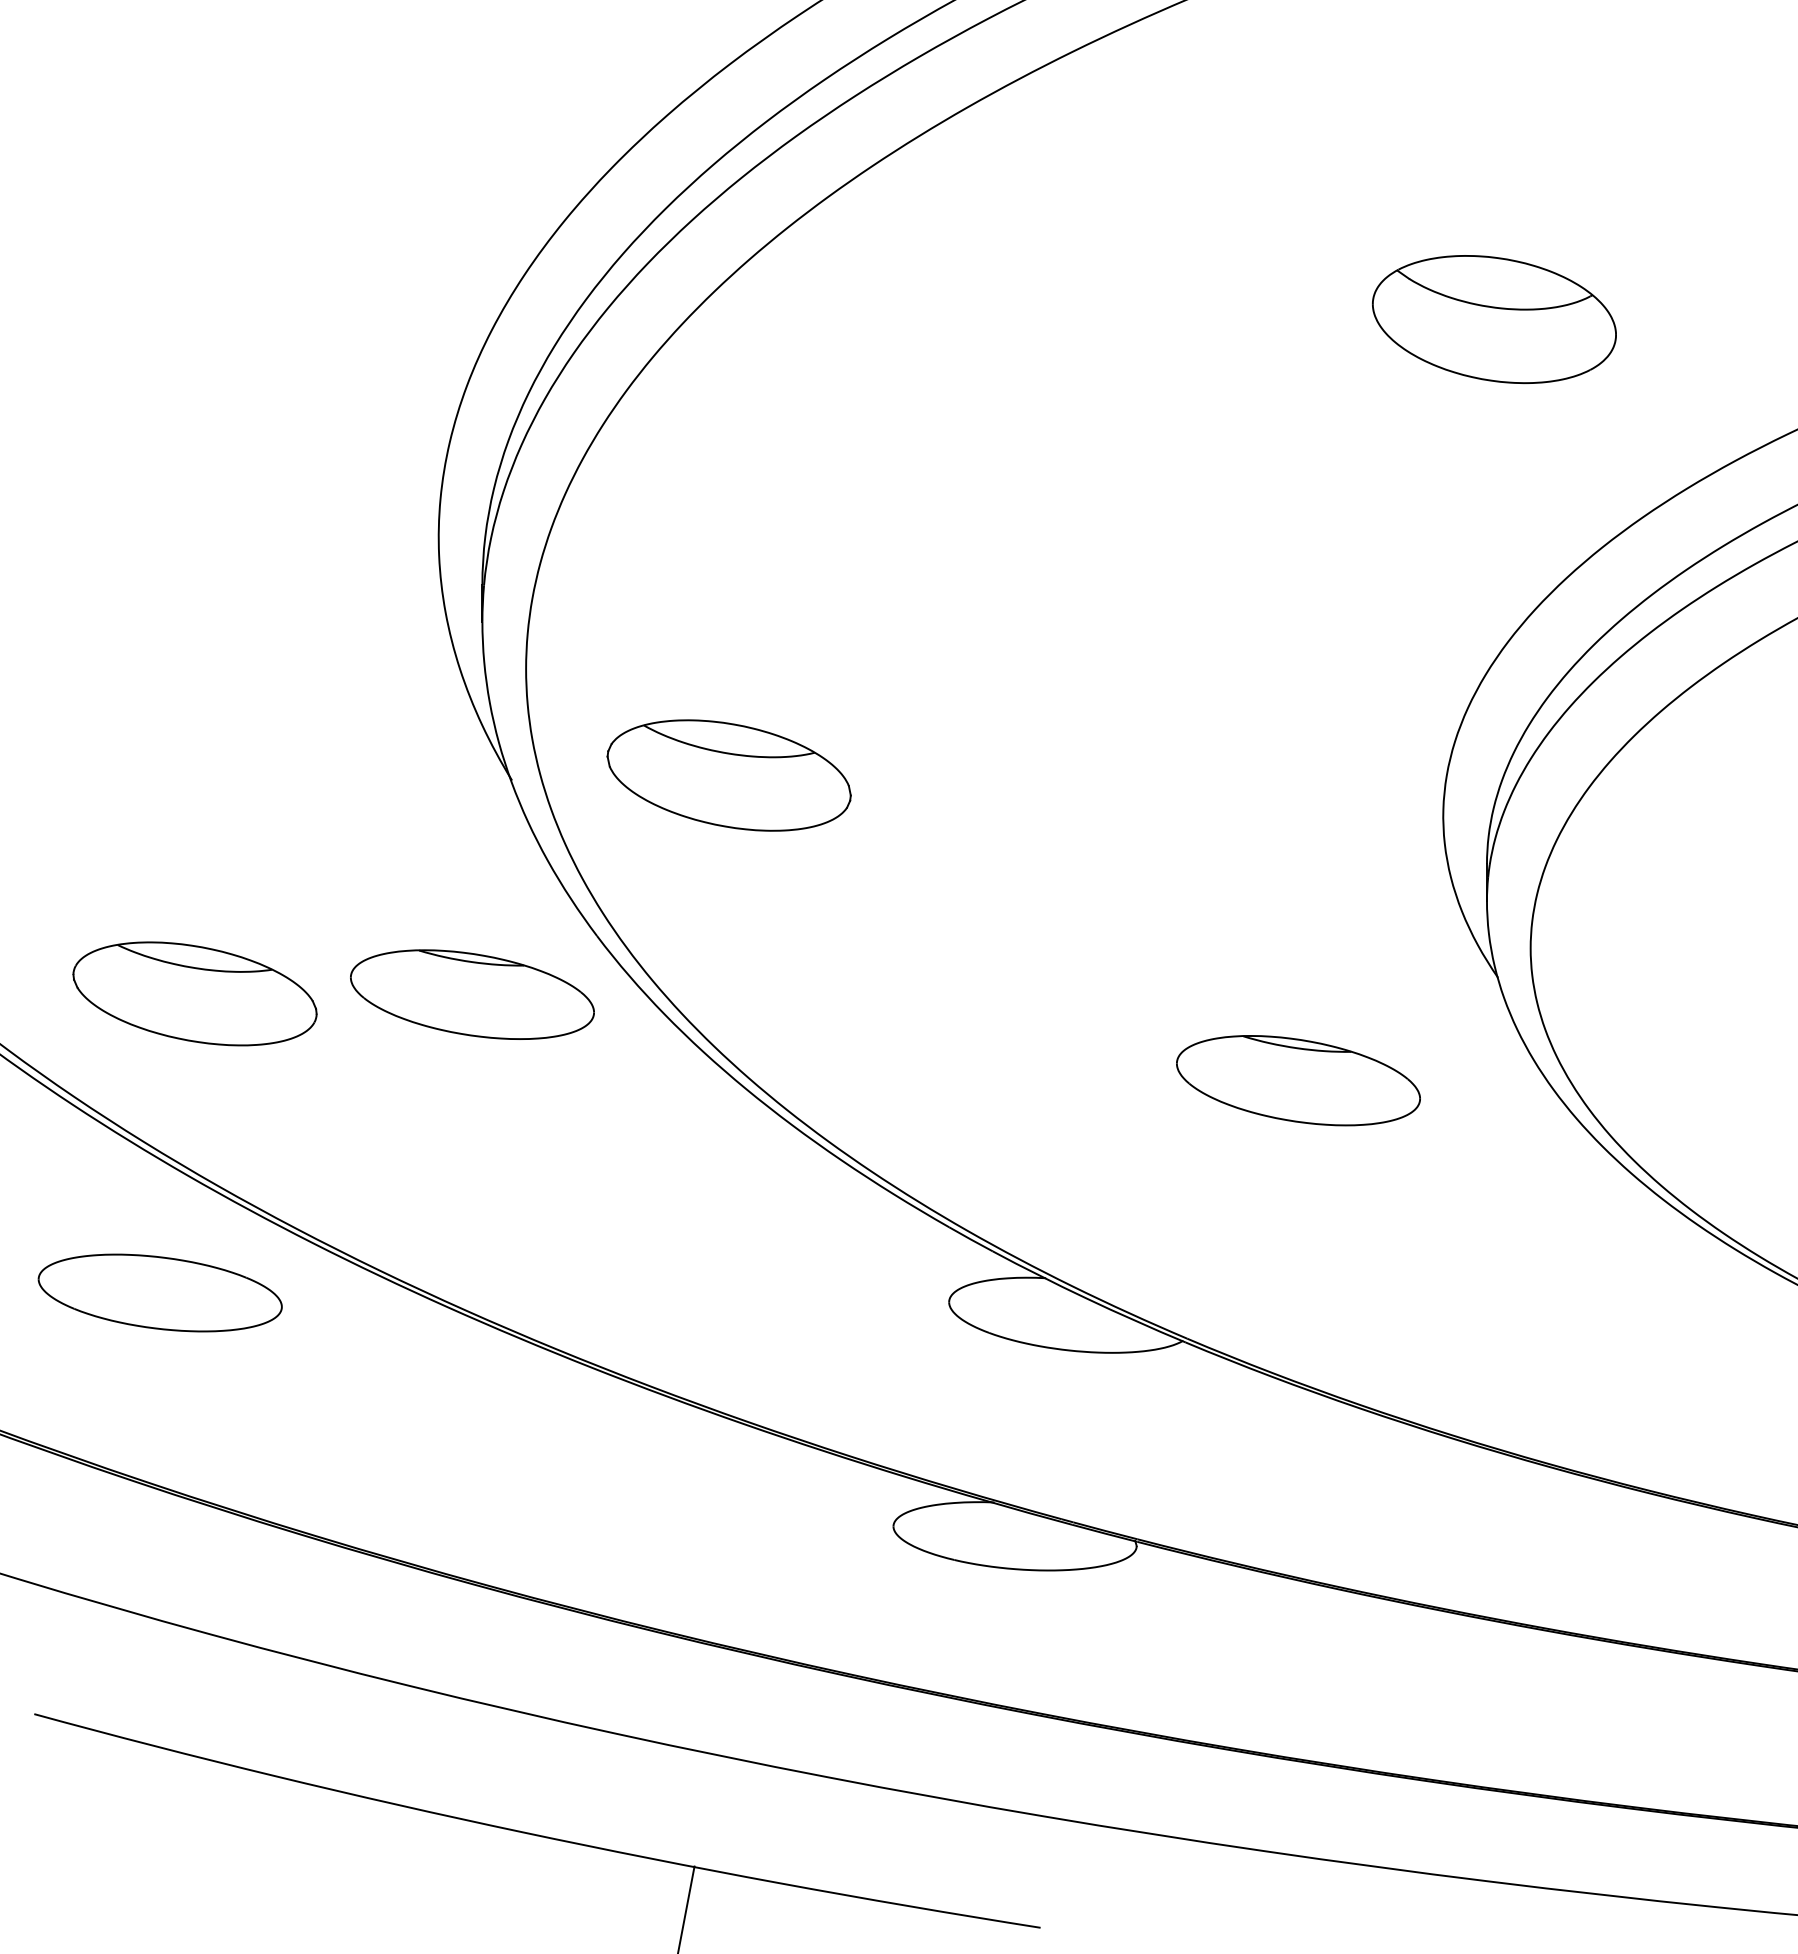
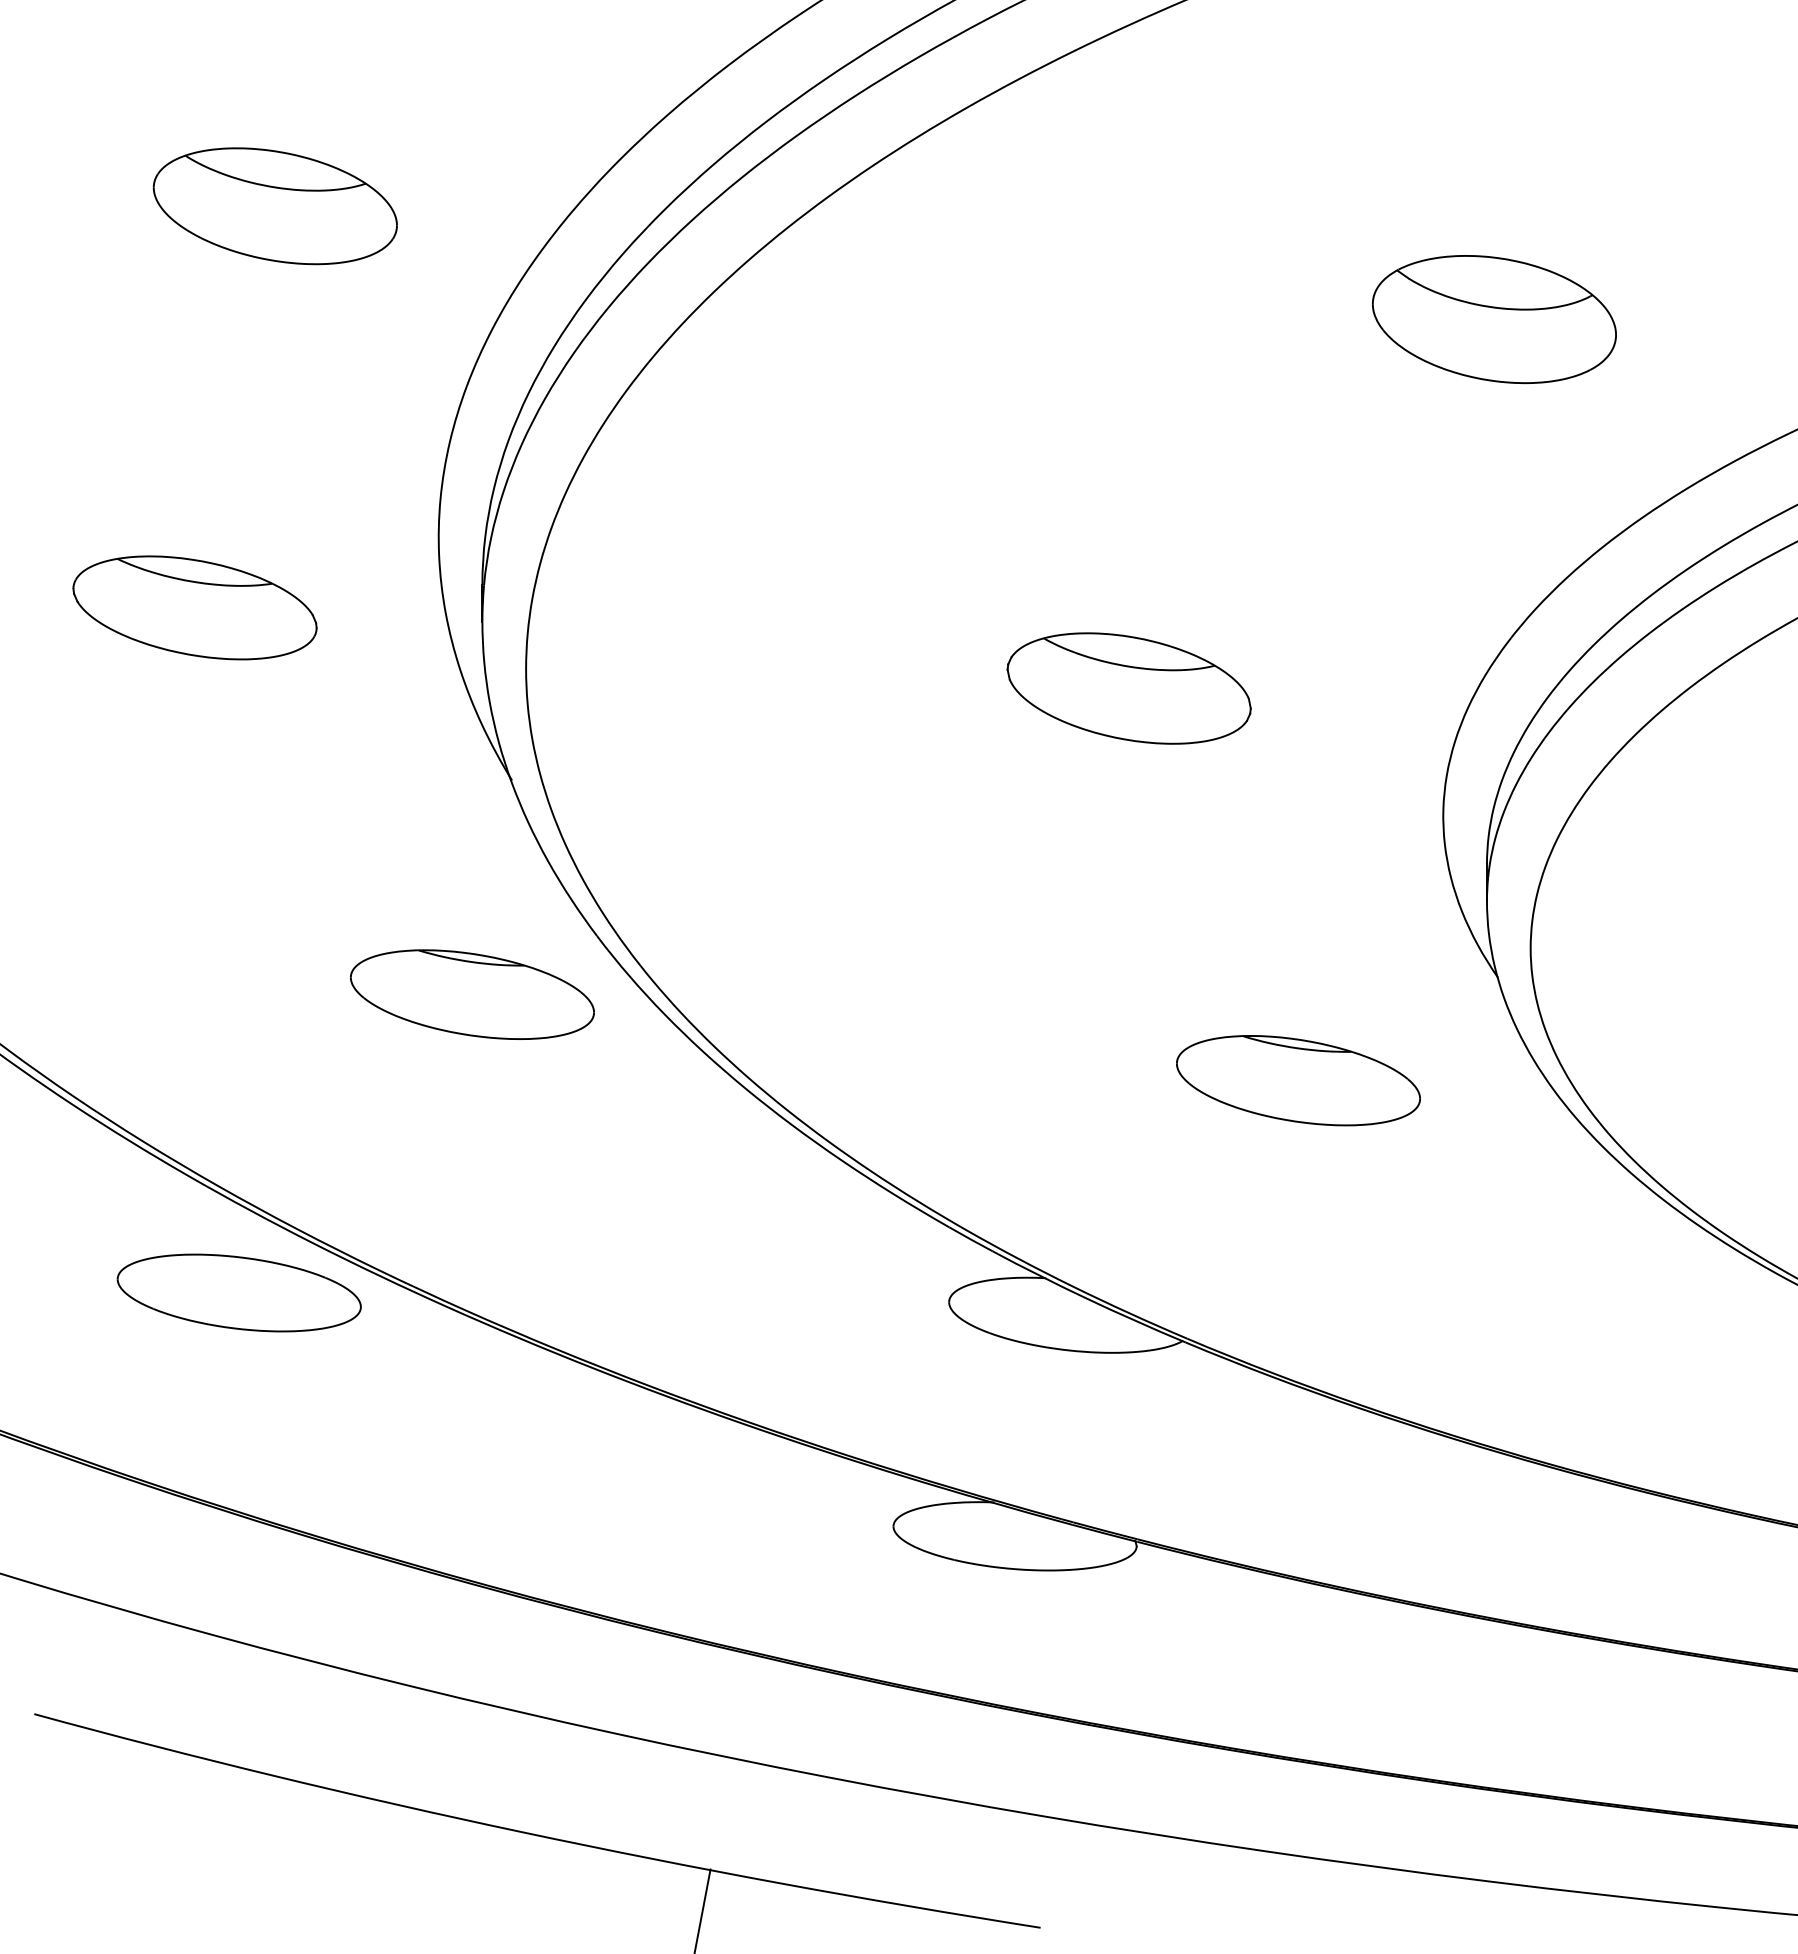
part at (274, 206): none -> present
part at (728, 775) position: (728, 775) -> (1128, 688)
part at (194, 993) position: (194, 993) -> (194, 607)
part at (159, 1292) position: (159, 1292) -> (238, 1292)
line at (686, 1908) position: (686, 1908) -> (702, 1909)
